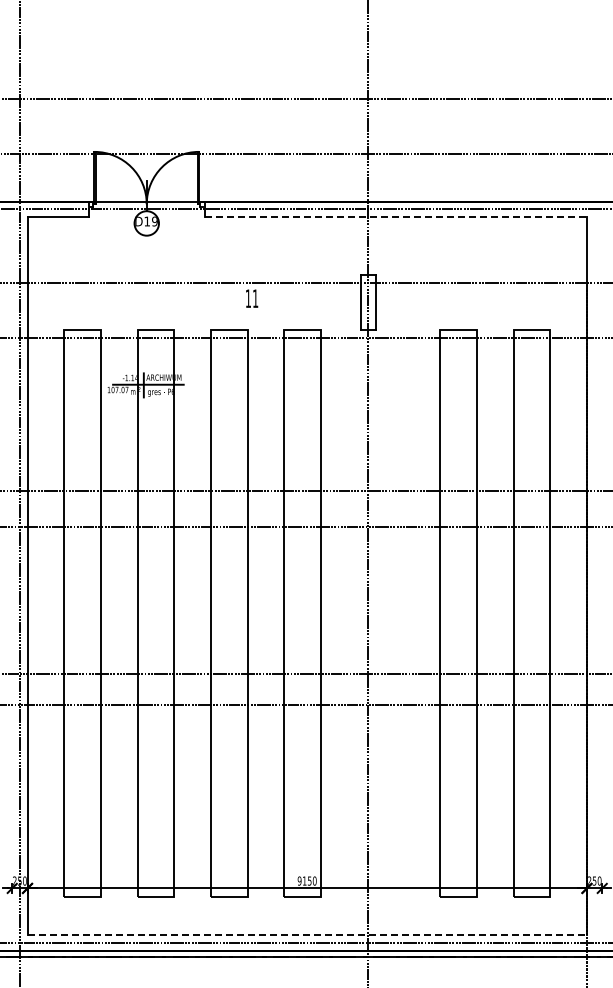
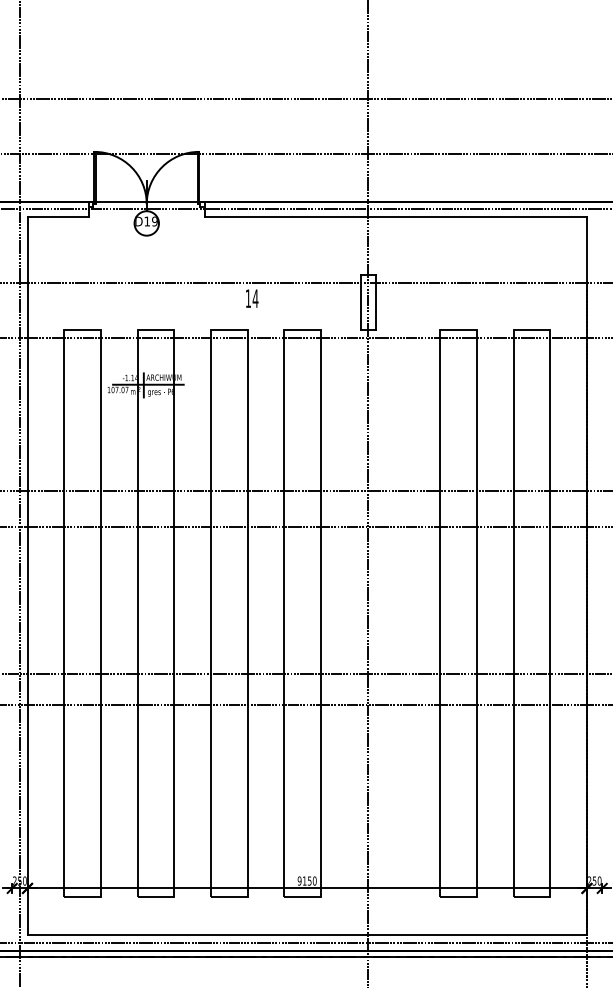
line at (396, 217): dashed -> solid
text at (255, 298): 11 -> 14
line at (307, 935): dashed -> solid
